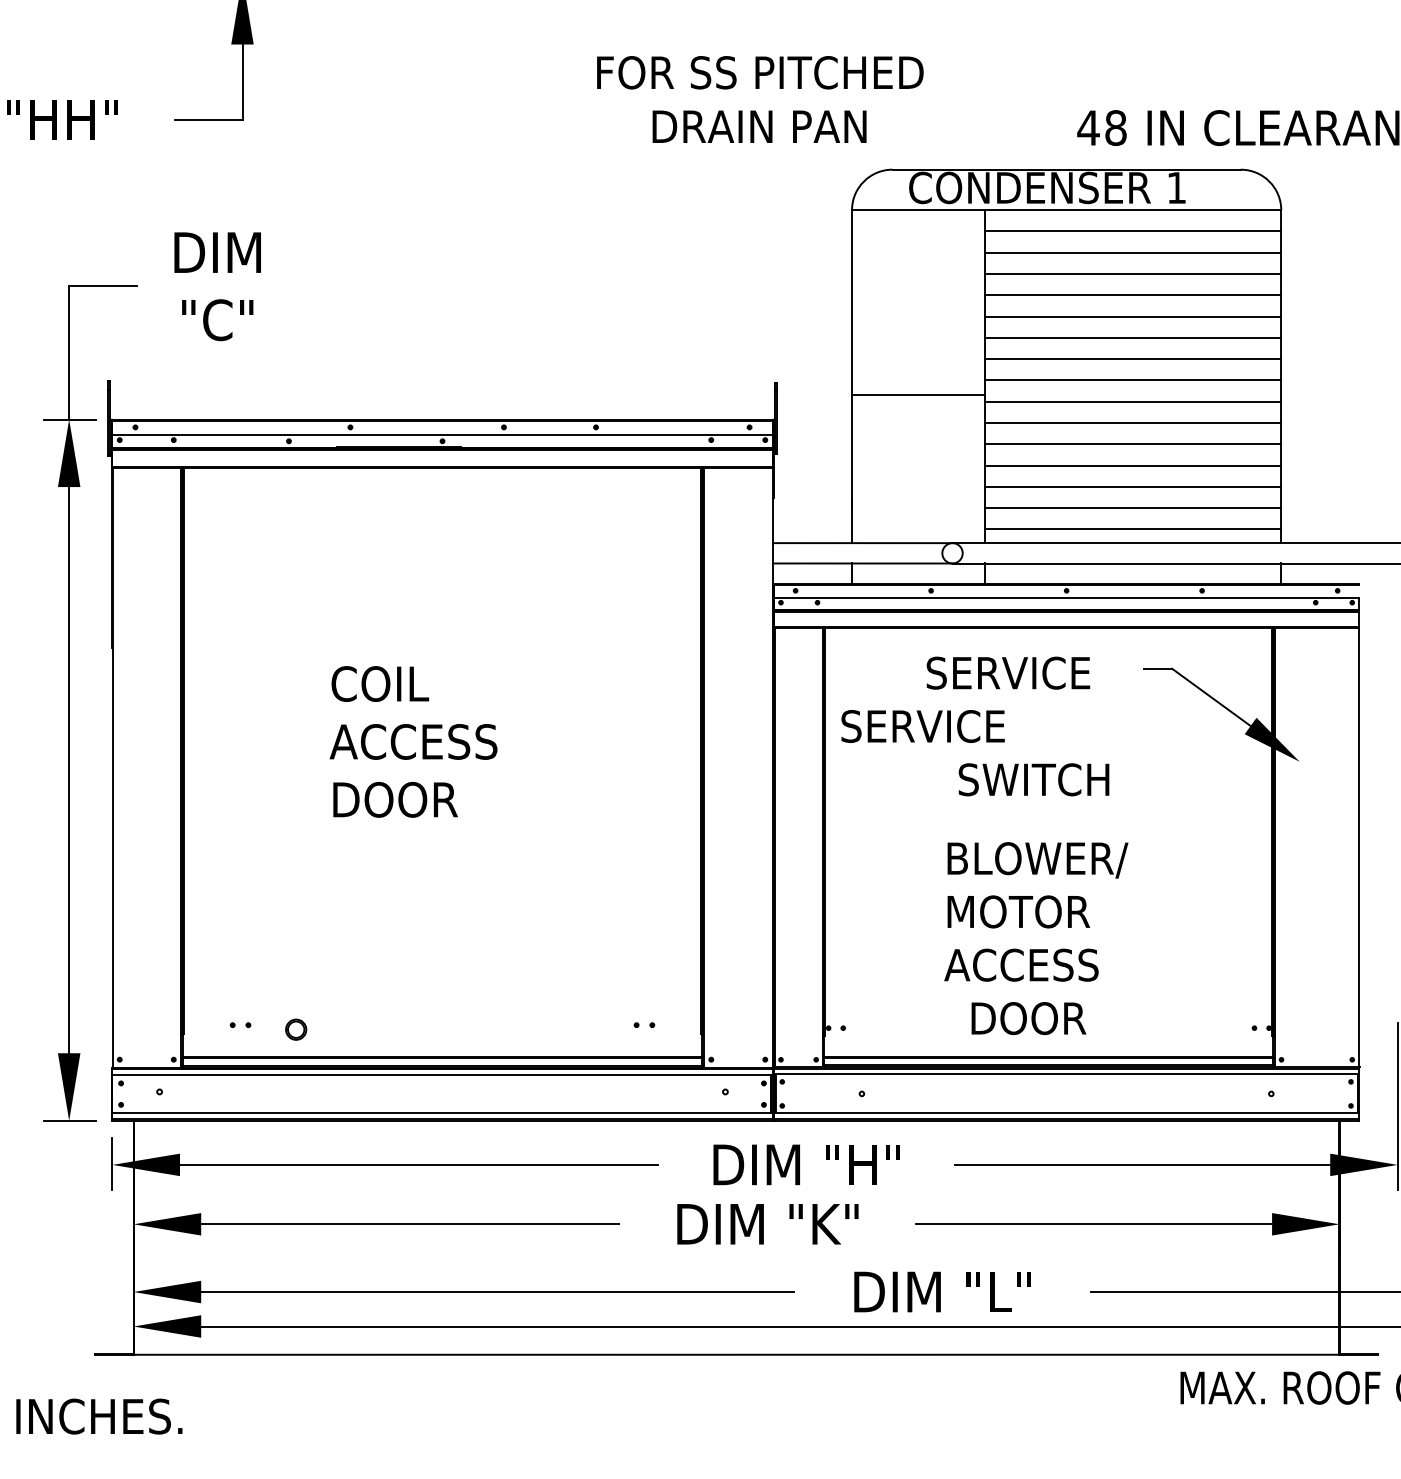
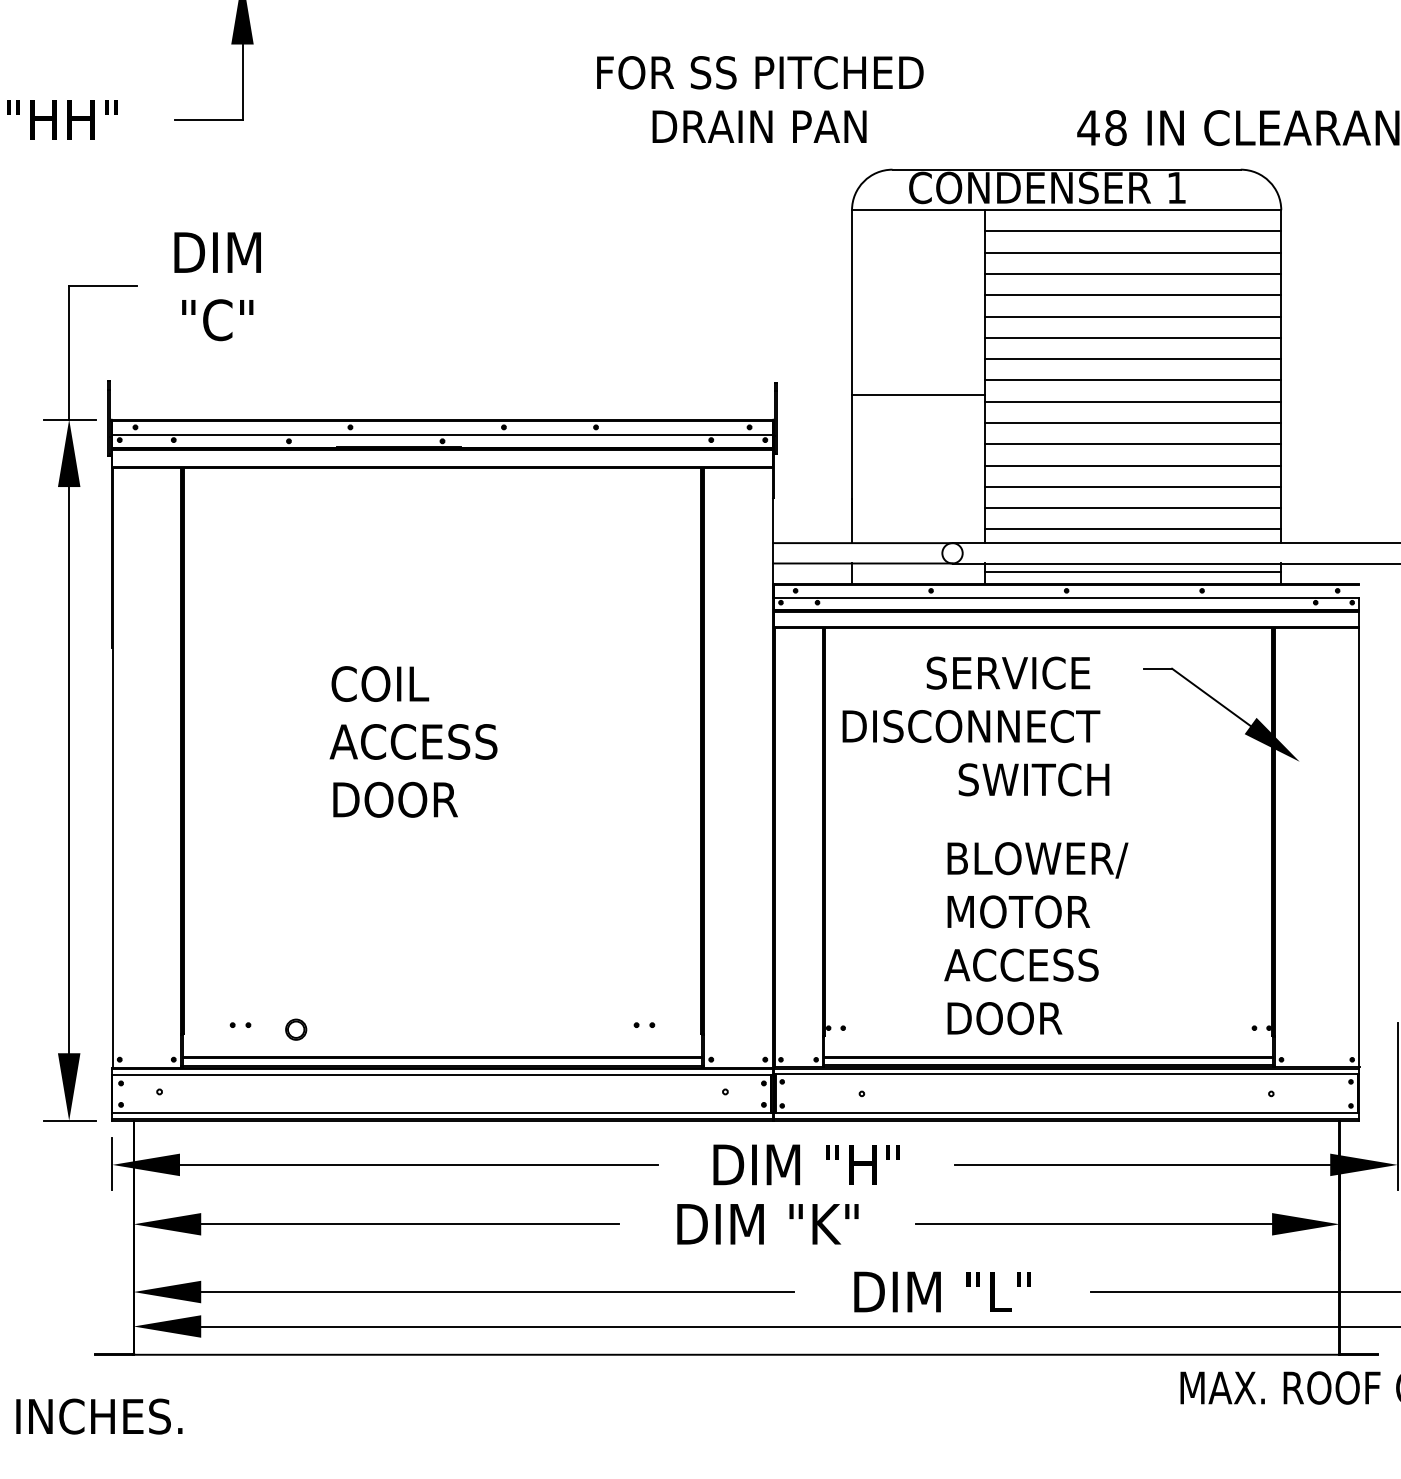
line at (1133, 572): none -> present
text at (970, 726): SERVICE -> DISCONNECT
text at (1028, 1018) position: (1028, 1018) -> (1004, 1018)
